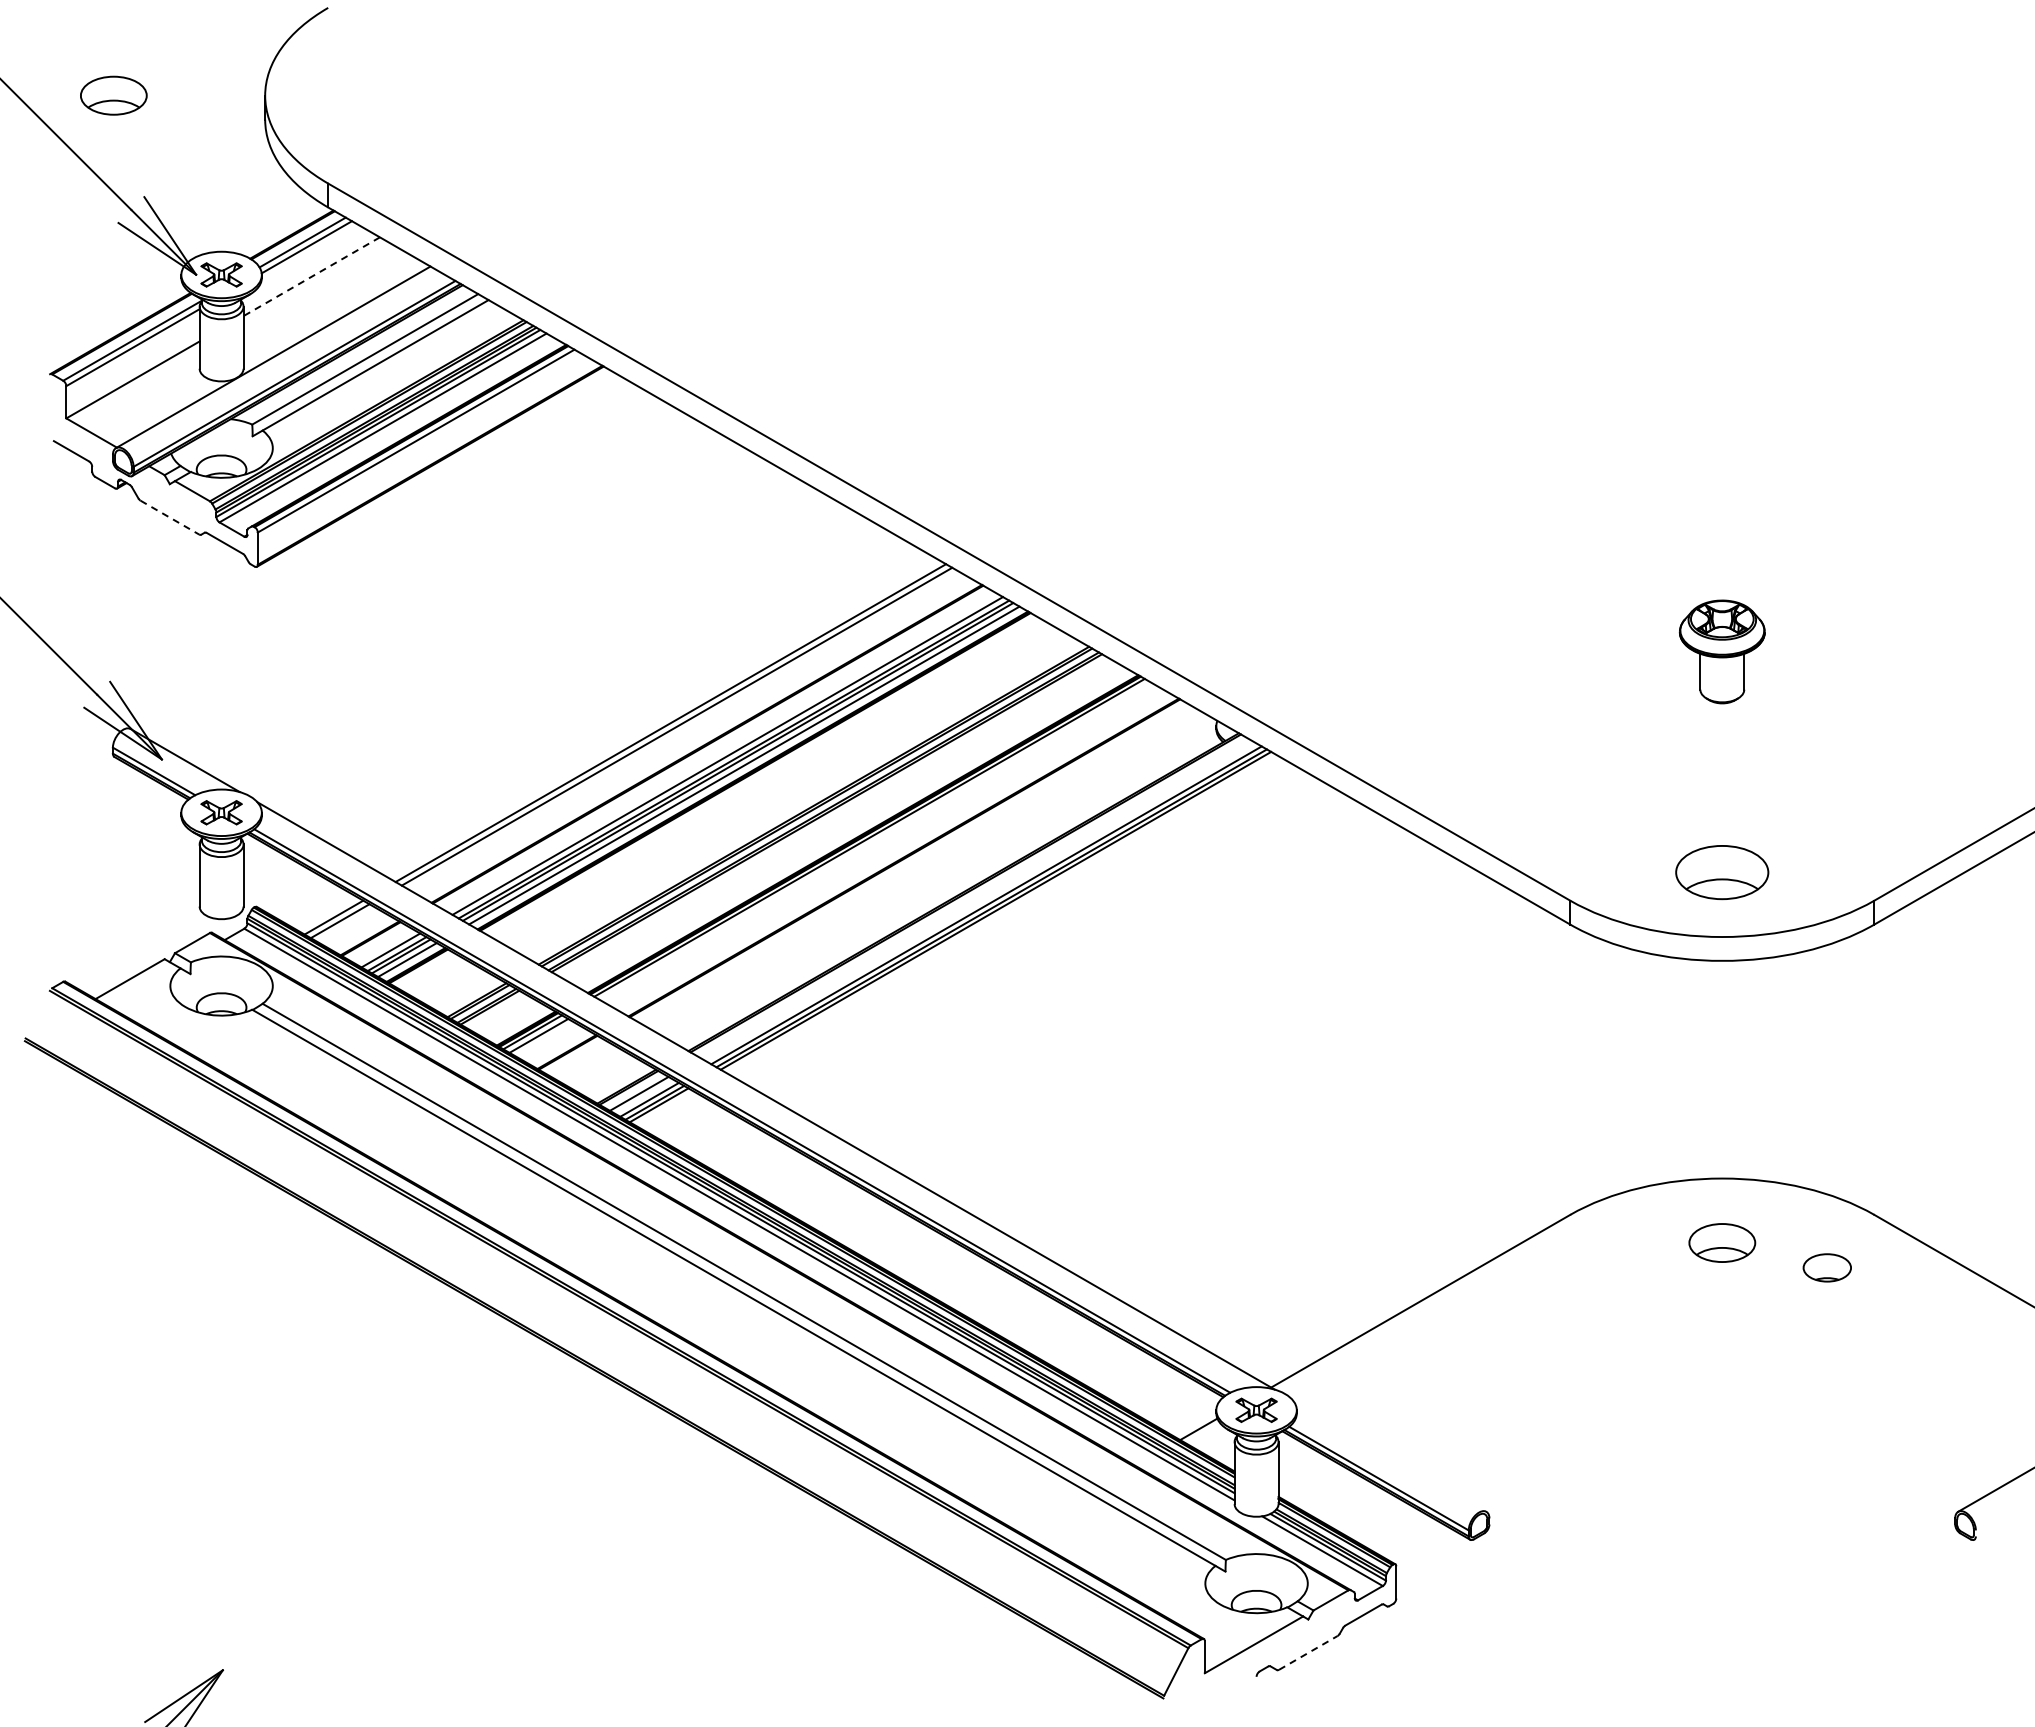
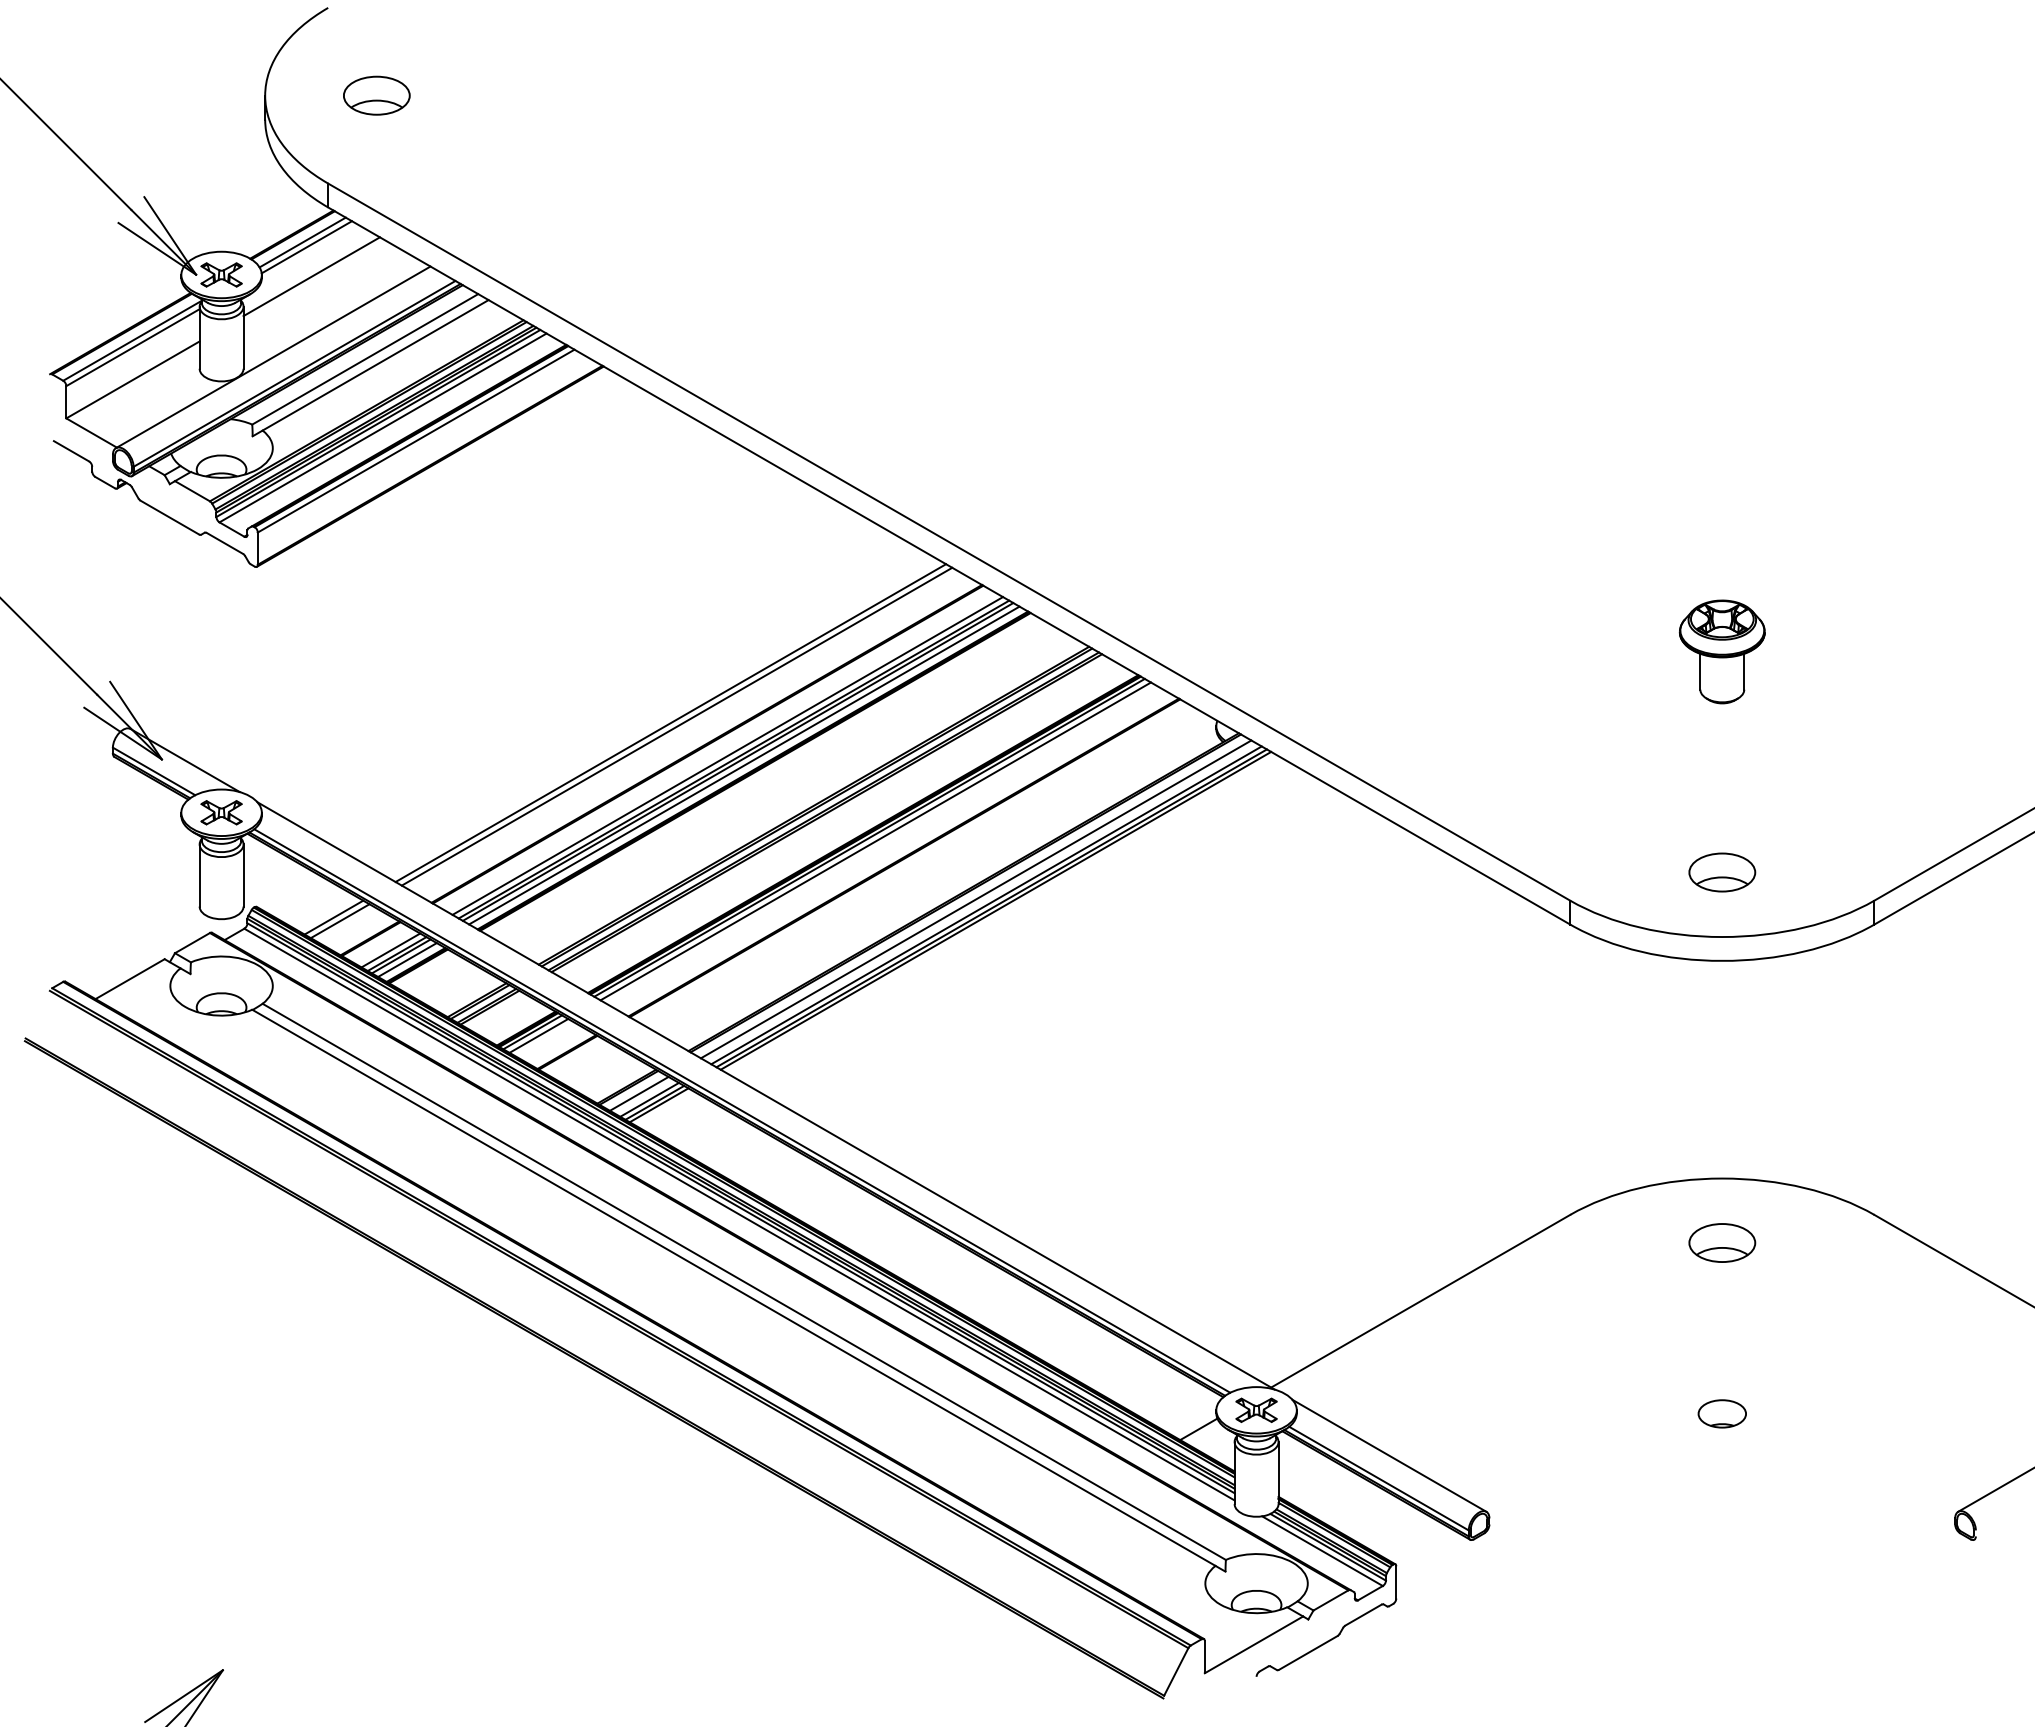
part at (113, 95) position: (113, 95) -> (376, 95)
line at (311, 276): dashed -> solid
line at (169, 517): dashed -> solid
line at (875, 841): none -> present
part at (1722, 872) size: 95x56 px -> 69x41 px
line at (975, 899): none -> present
part at (1826, 1267) position: (1826, 1267) -> (1721, 1413)
line at (1389, 1455): none -> present
line at (1308, 1652): dashed -> solid
